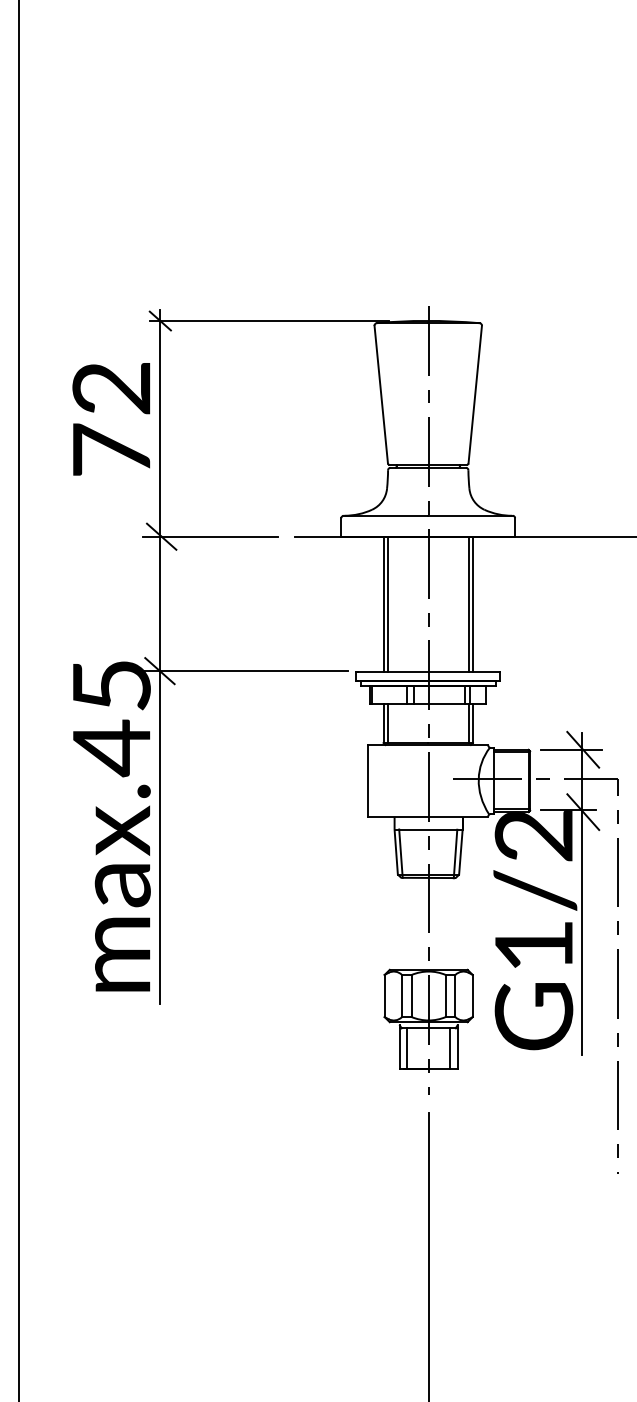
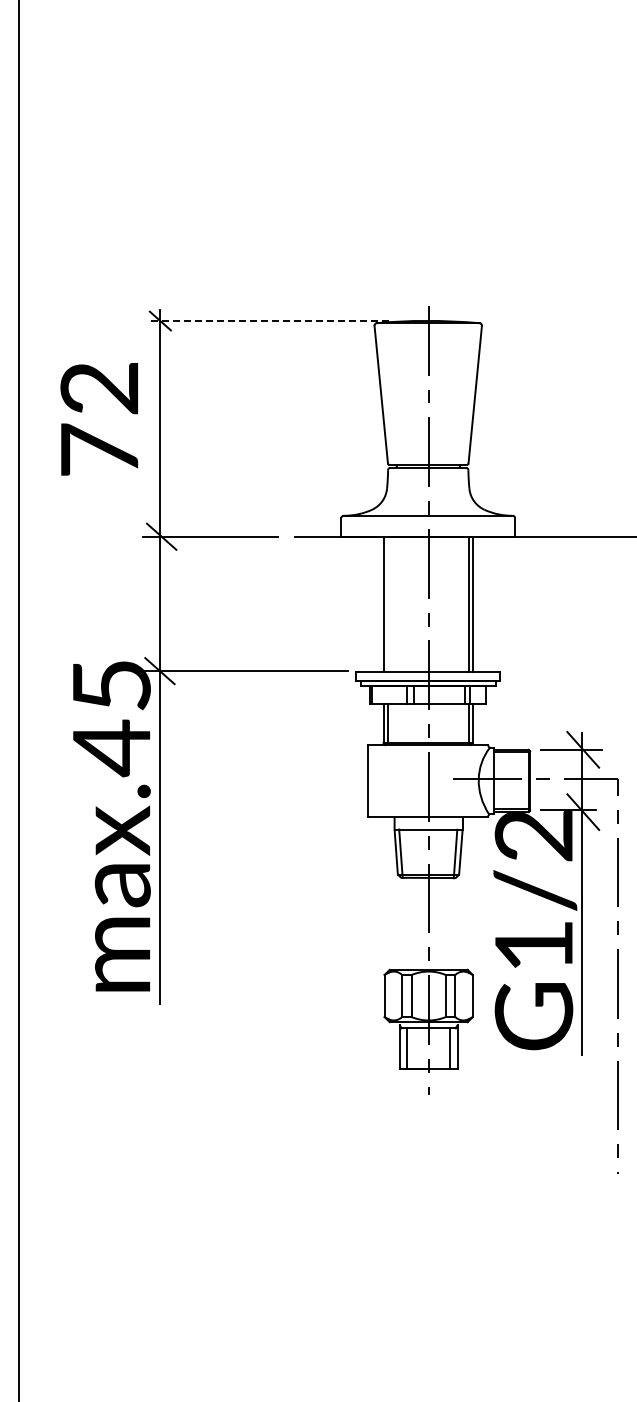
line at (268, 320): solid -> dashed
text at (110, 419) position: (110, 419) -> (98, 419)
line at (387, 603): present -> none
line at (428, 1255): present -> none
